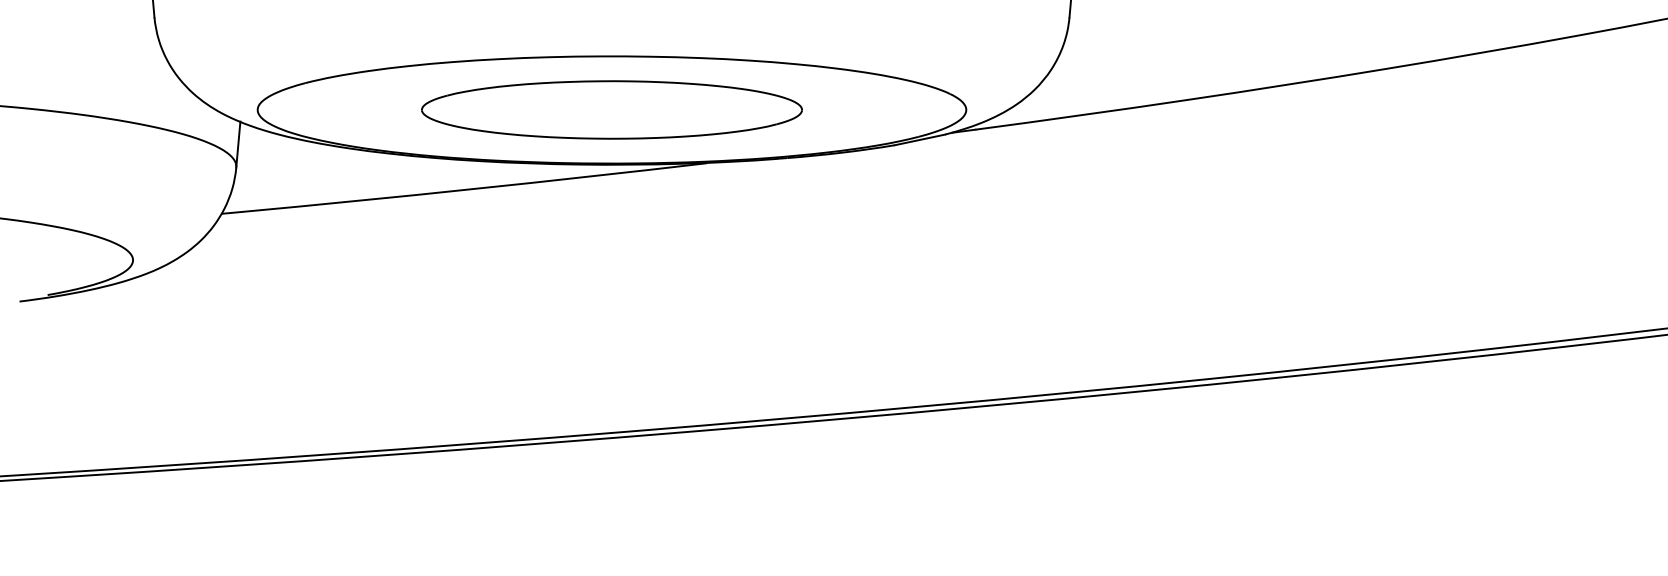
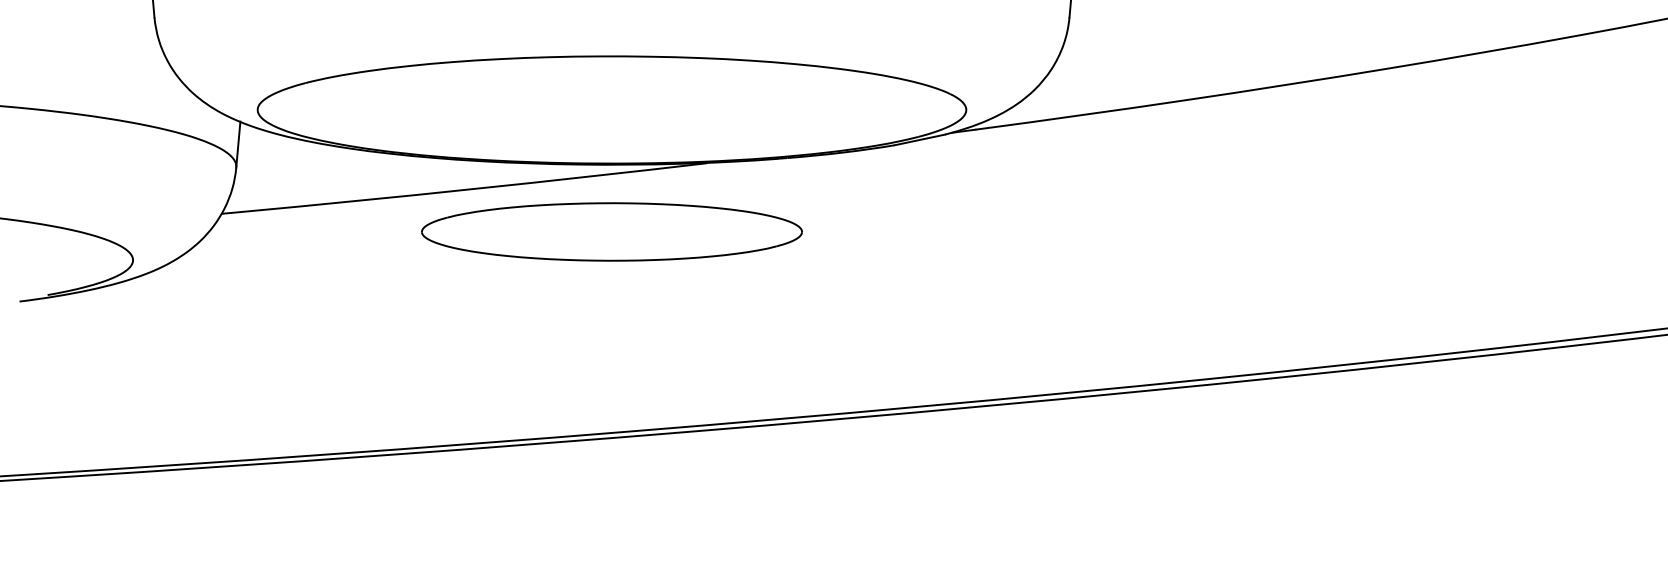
part at (611, 109) position: (611, 109) -> (611, 231)
